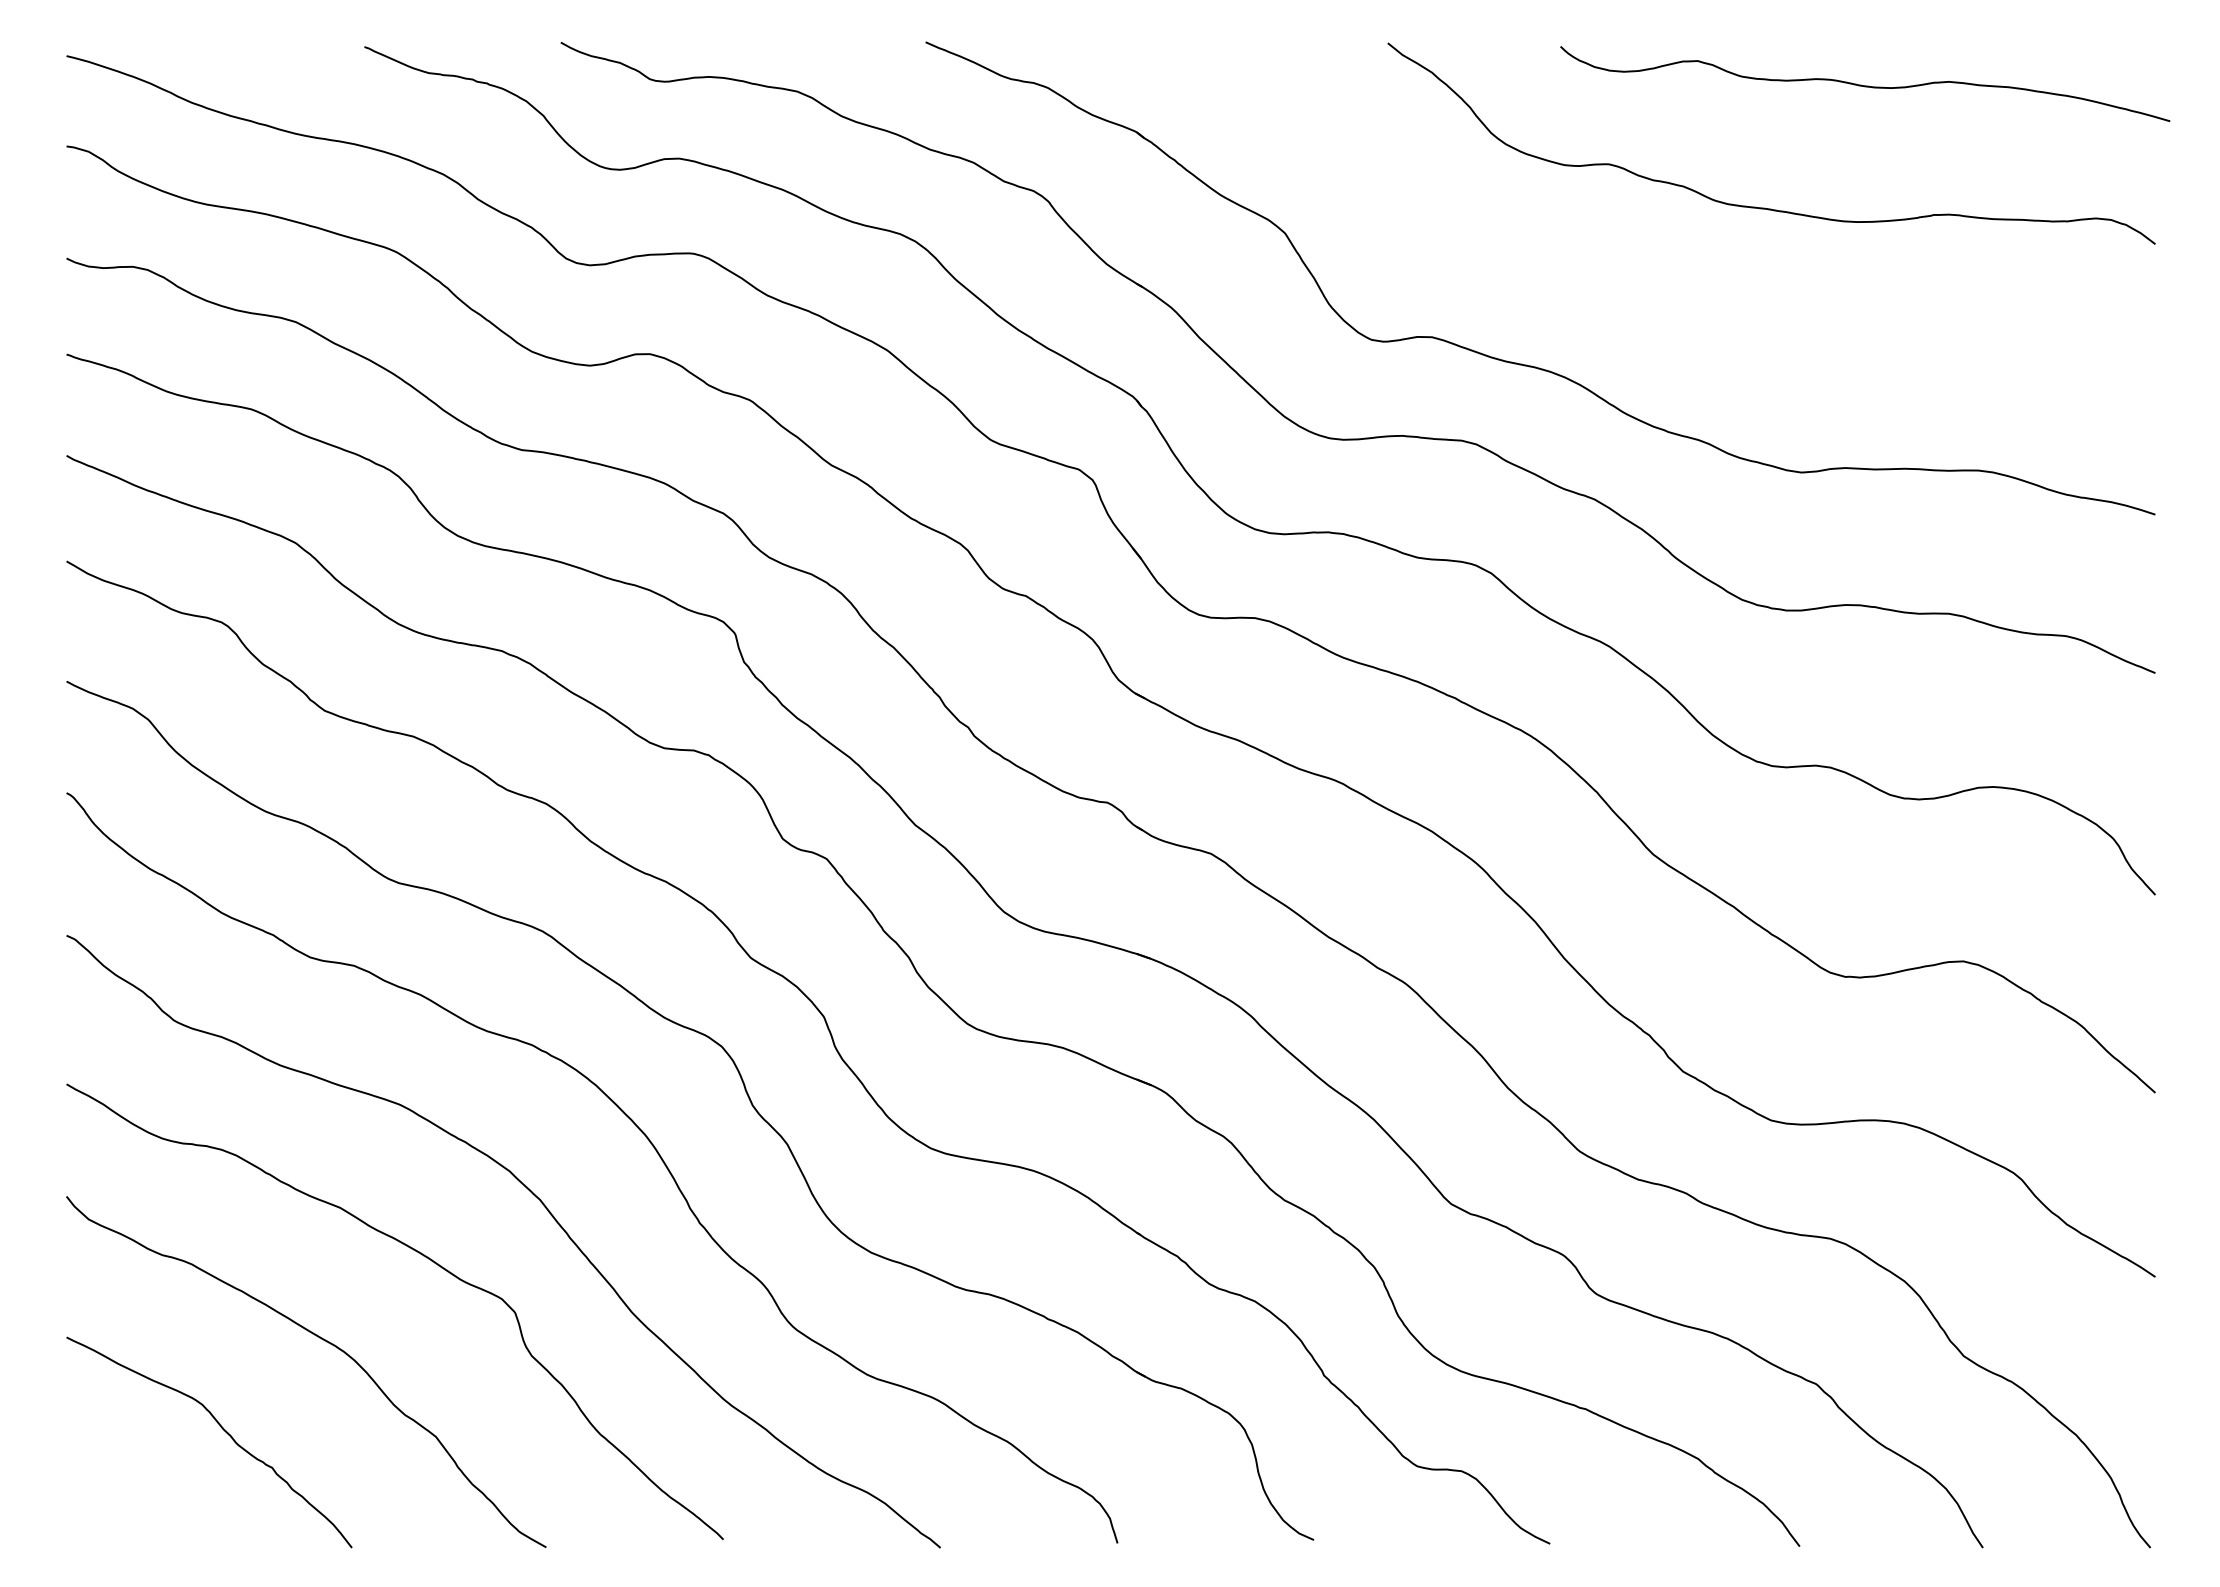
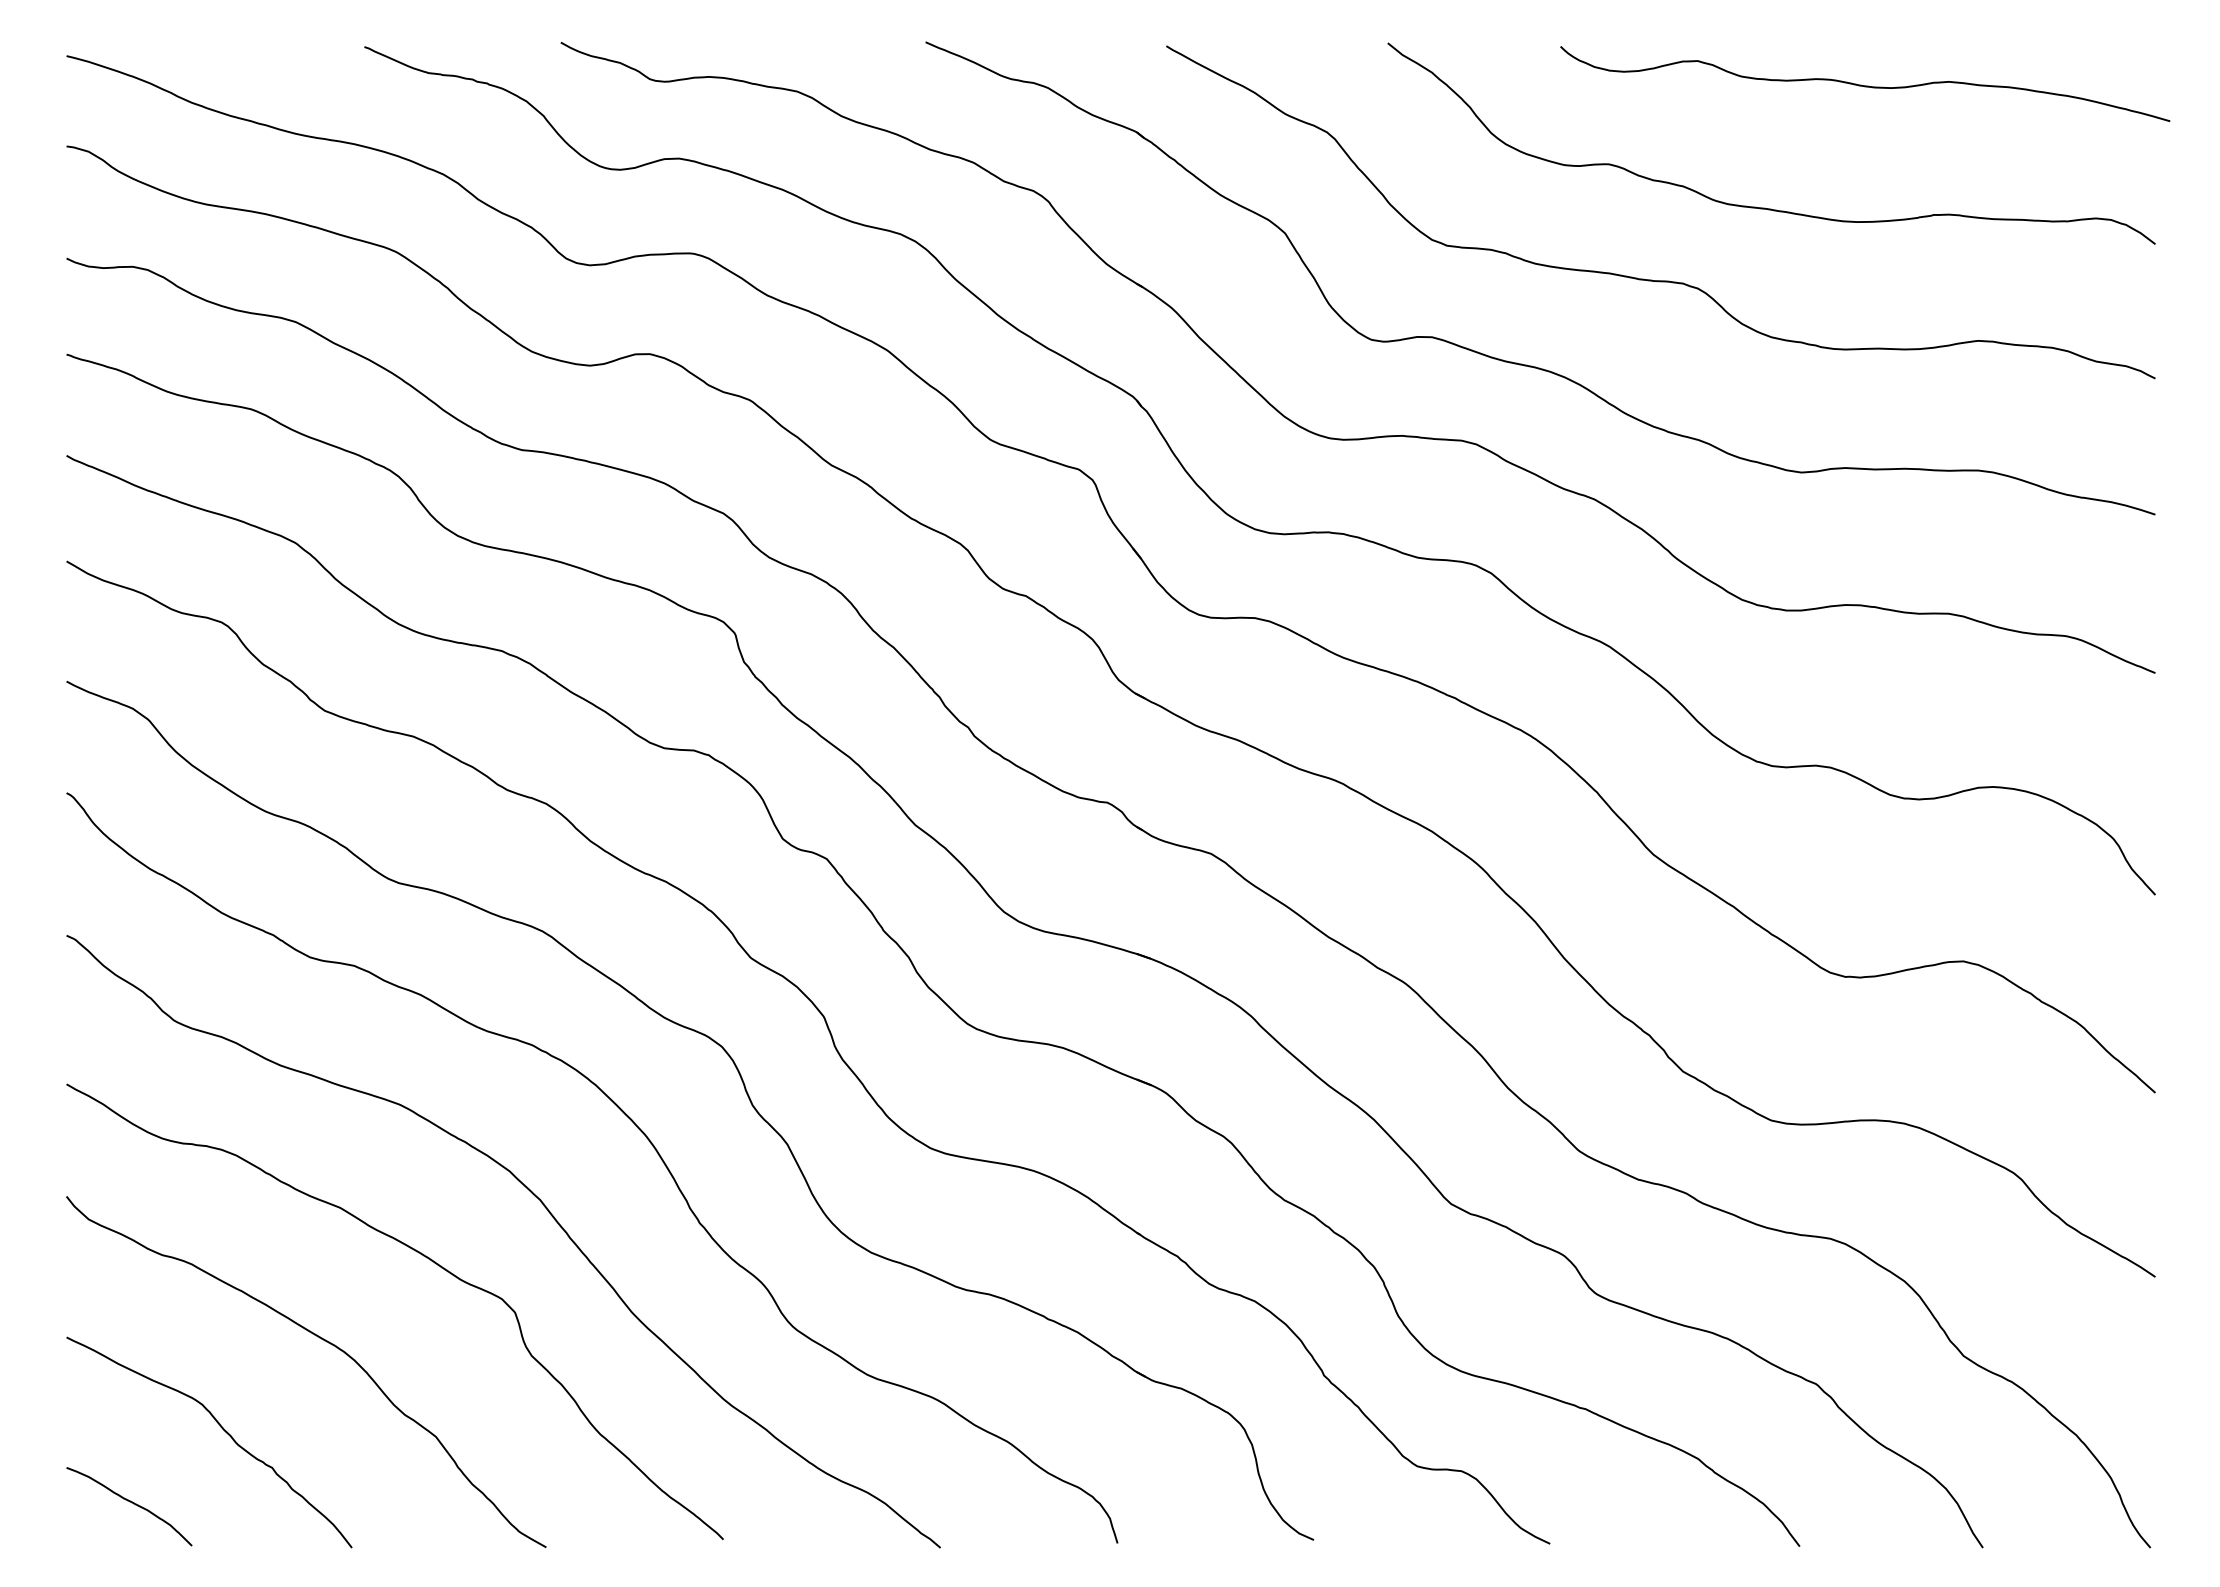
curve at (1652, 279): none -> present
curve at (131, 1503): none -> present
